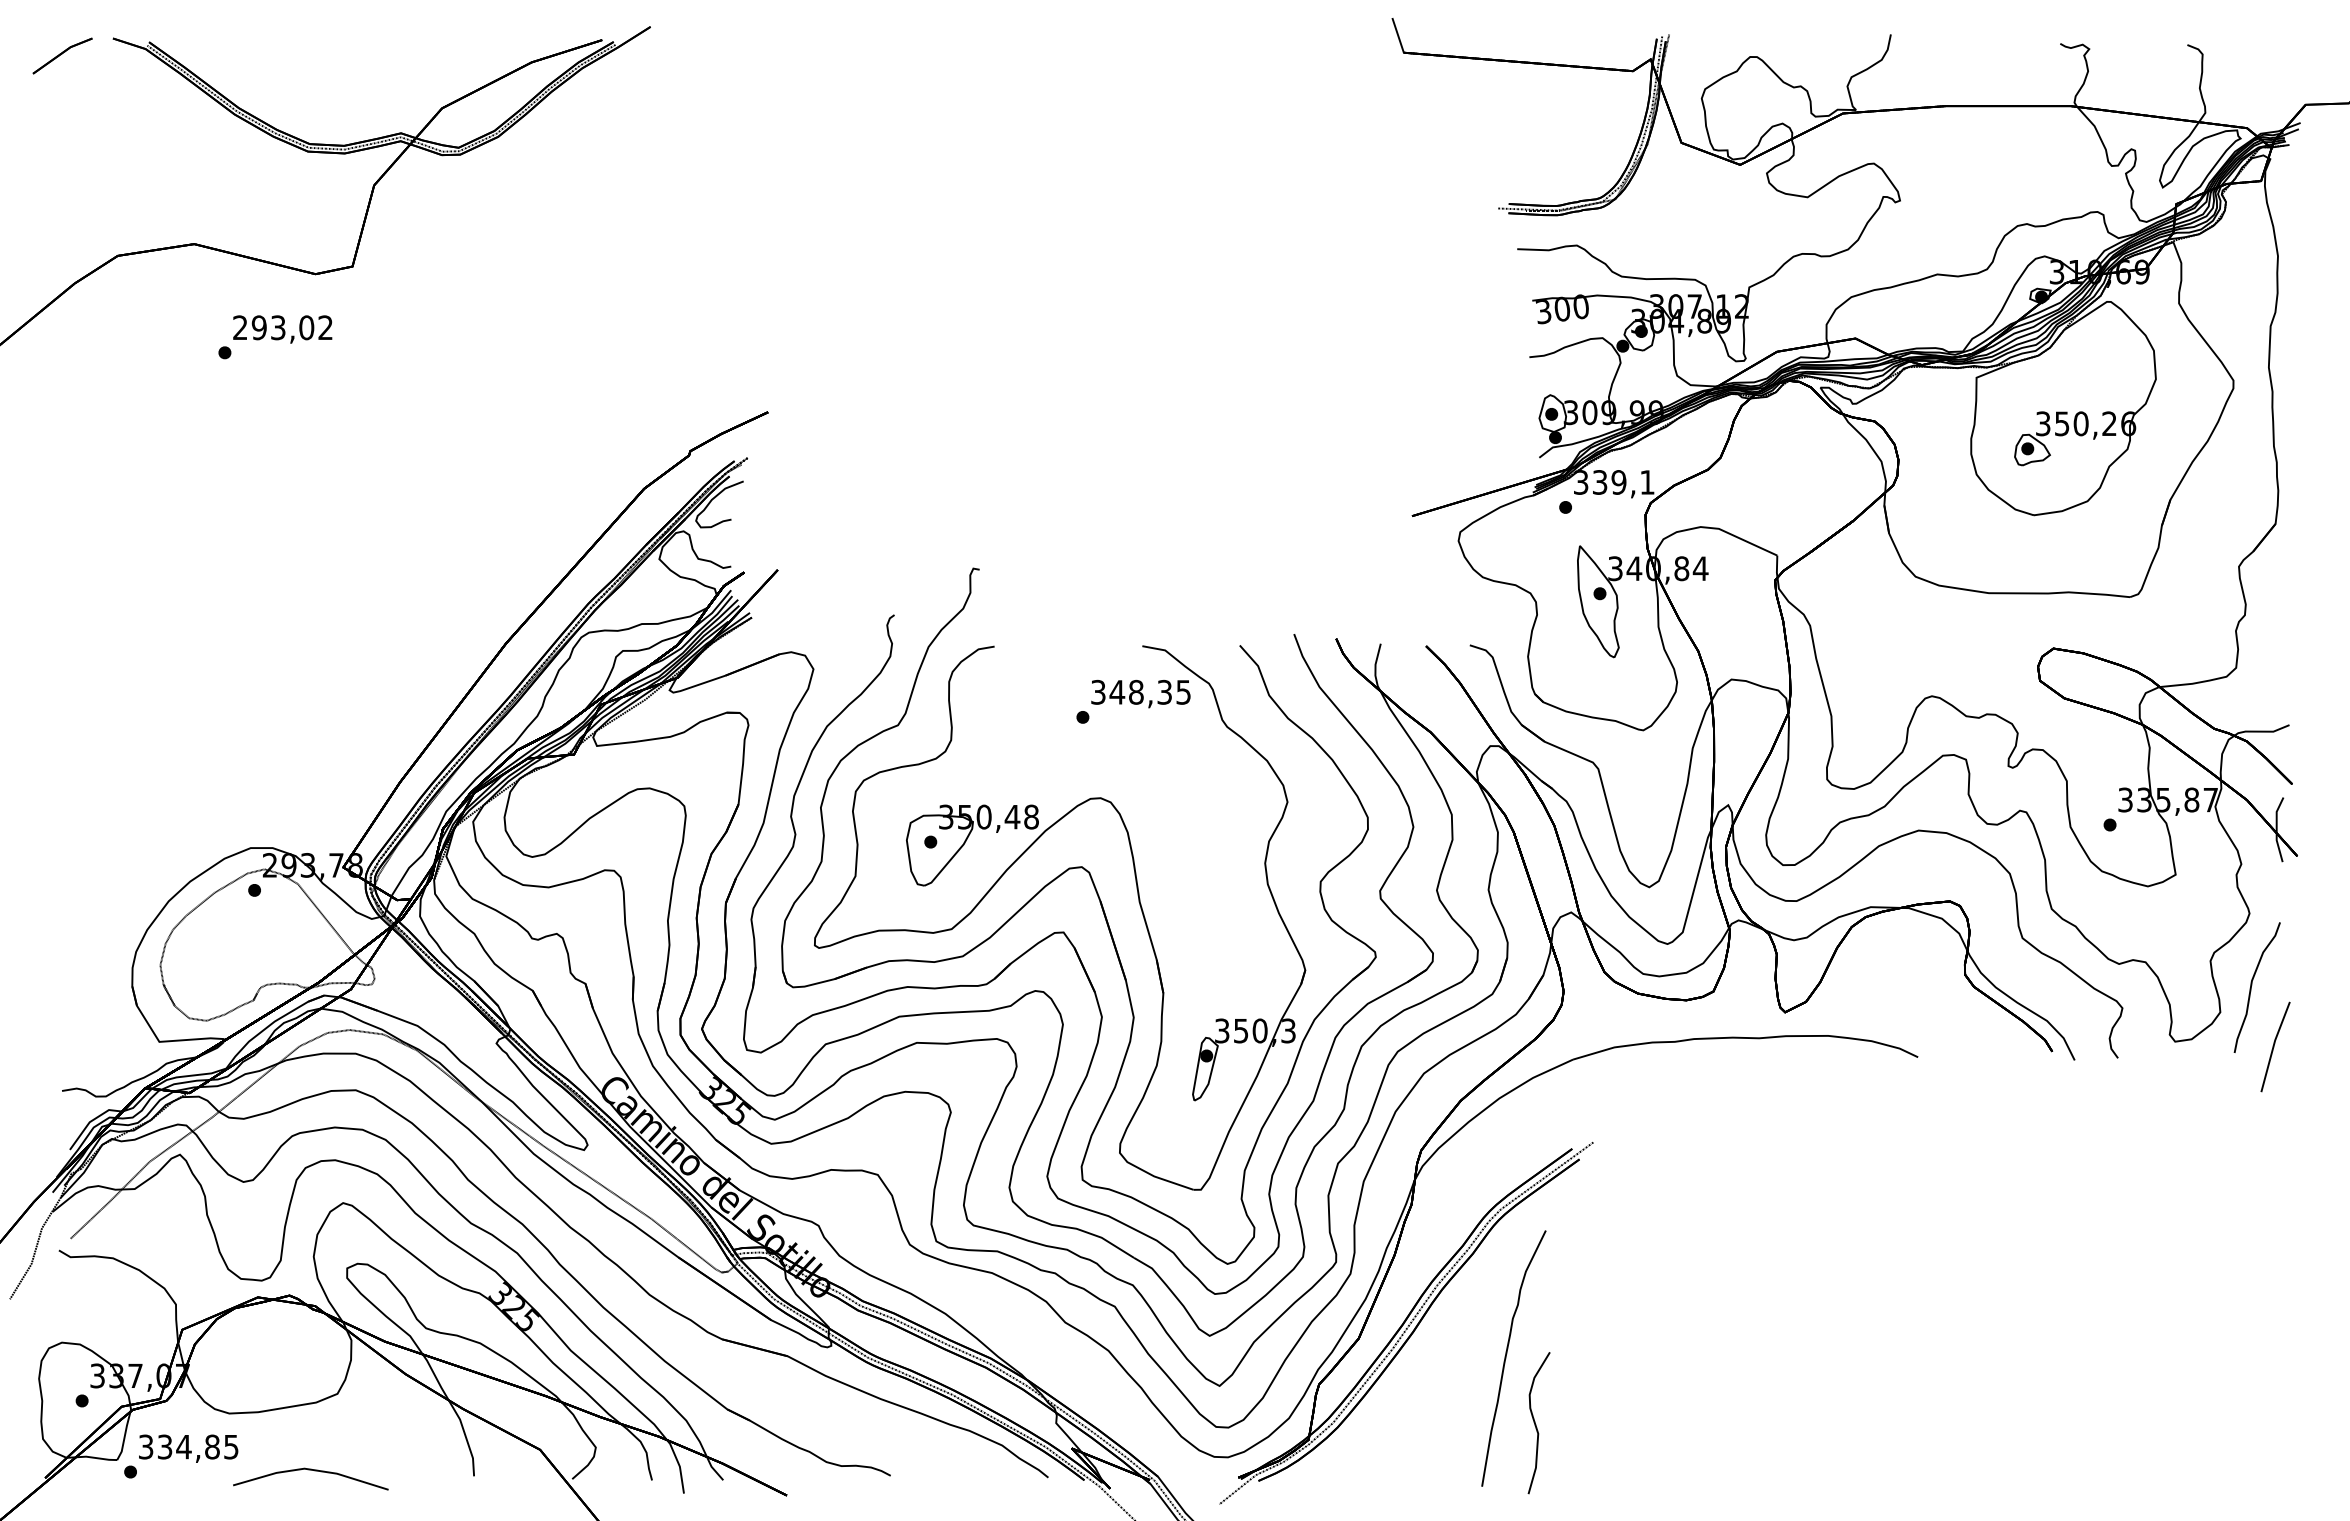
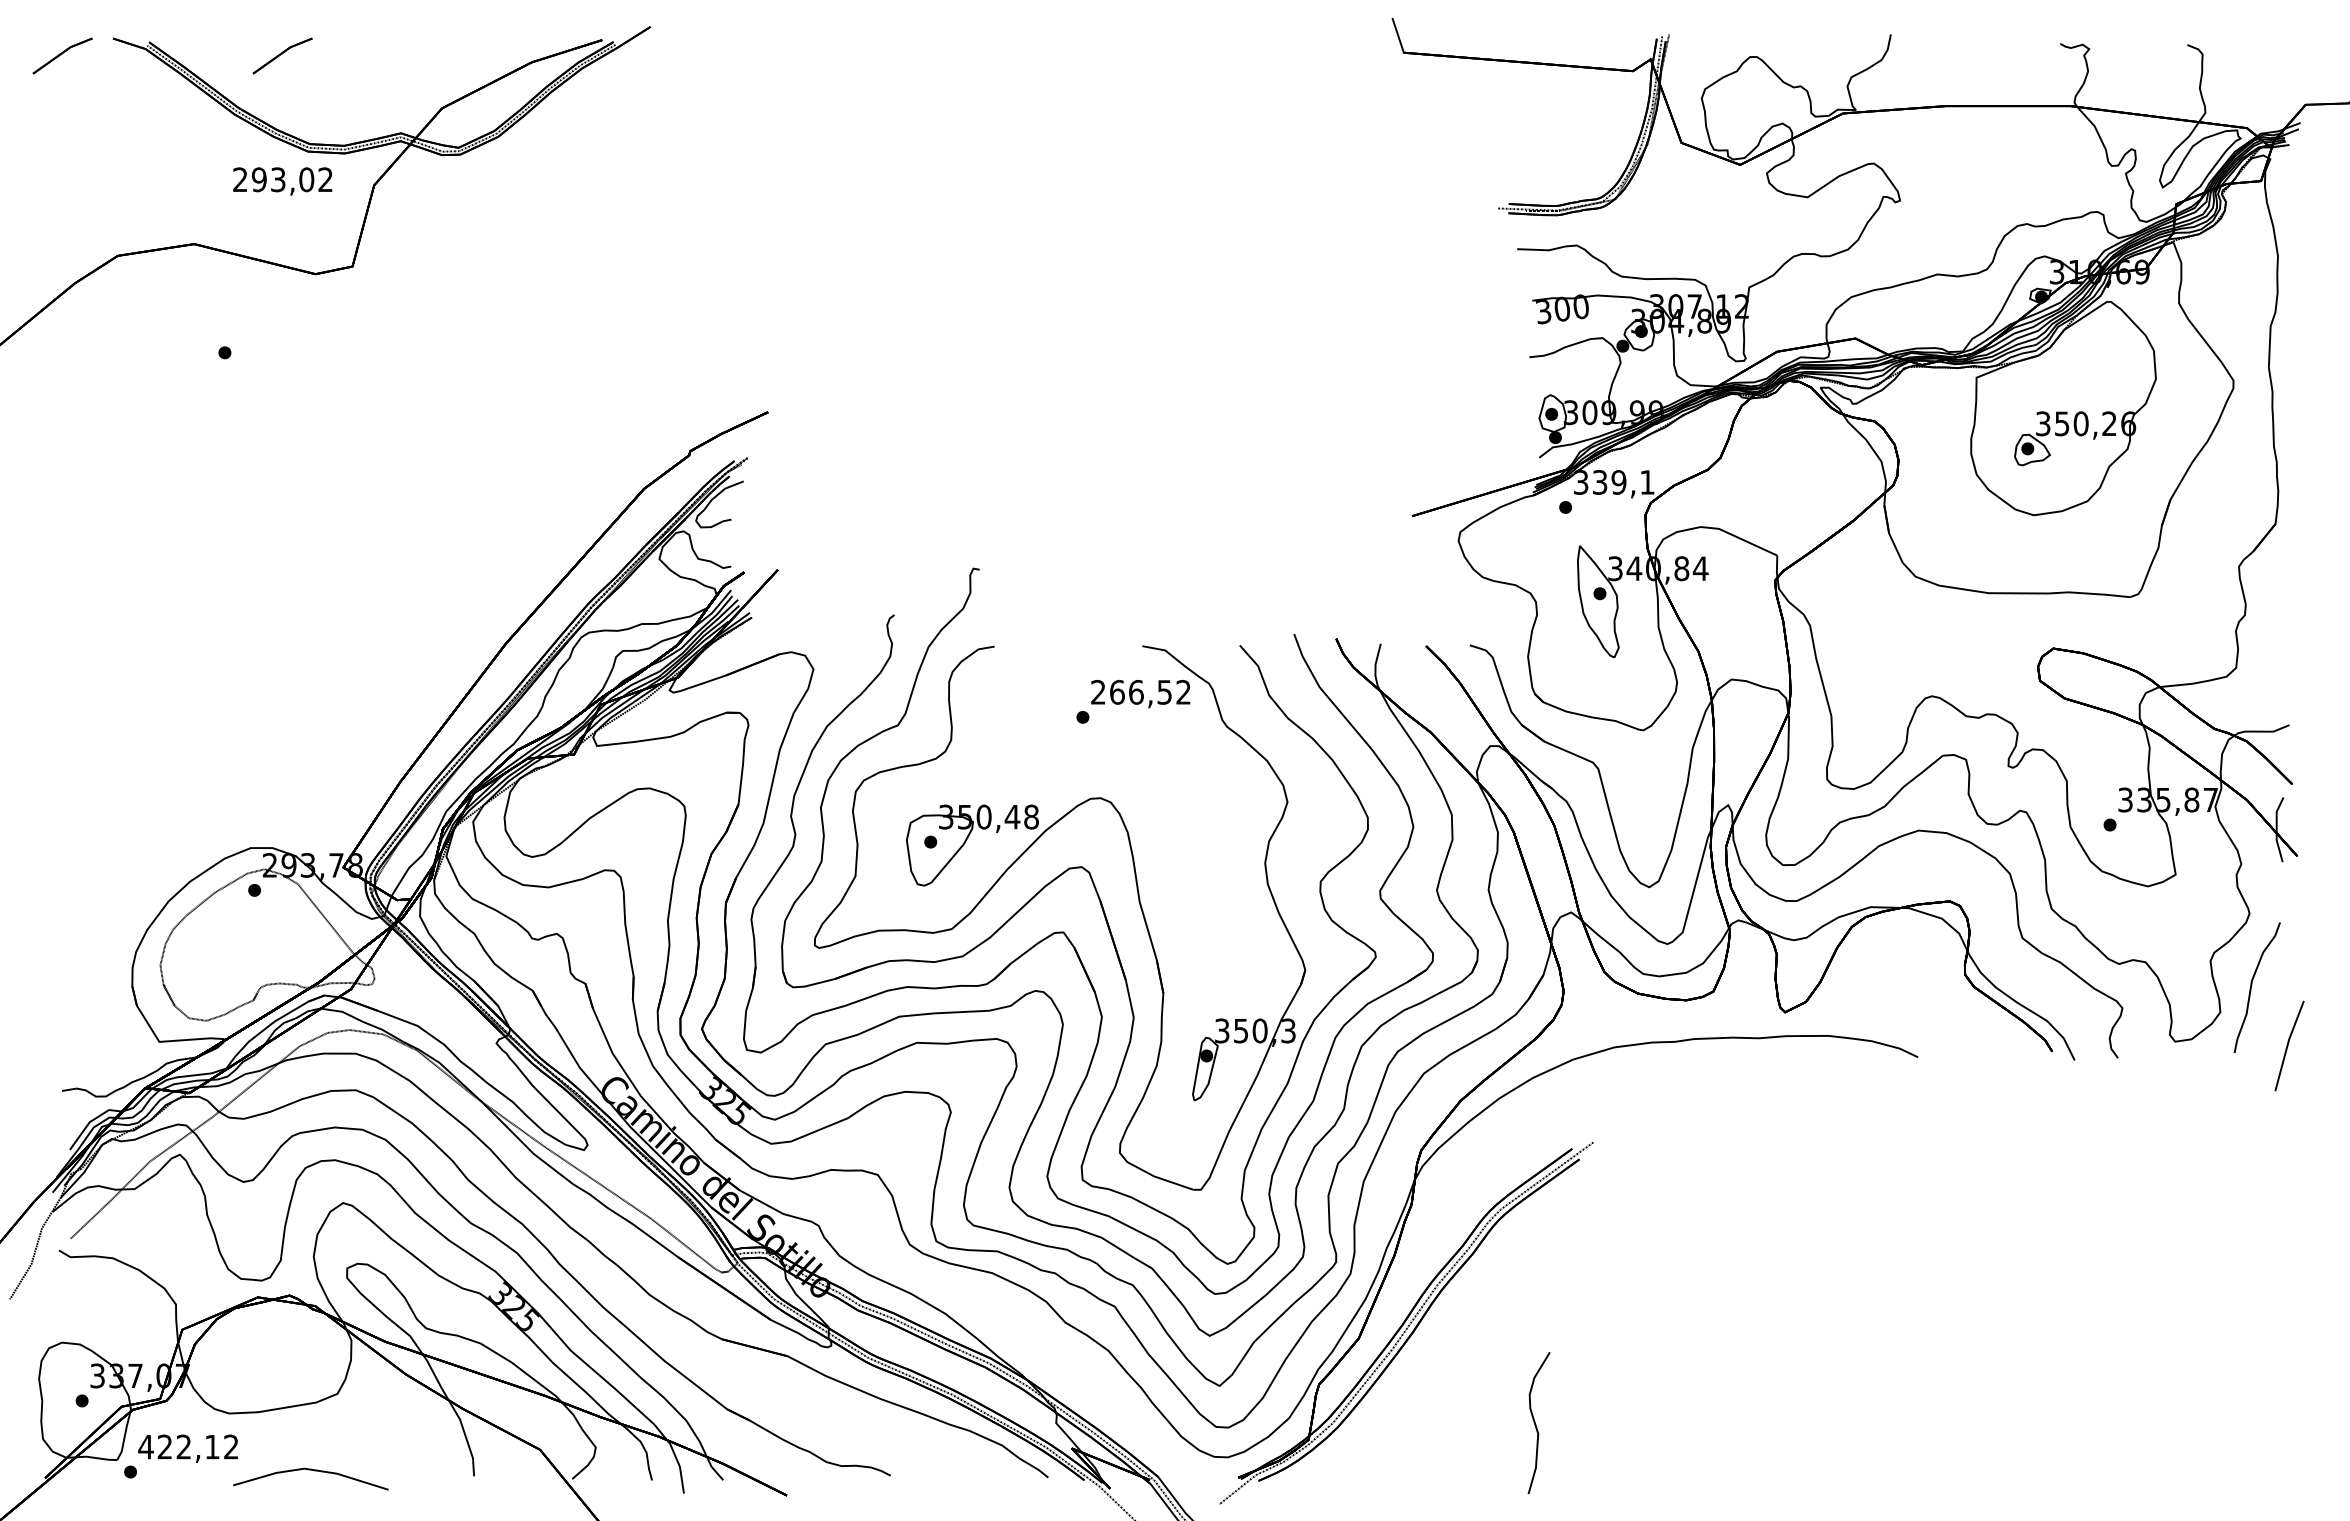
part at (282, 55): none -> present
text at (282, 329) position: (282, 329) -> (282, 181)
text at (1140, 691): 348,35 -> 266,52
line at (2274, 1046) position: (2274, 1046) -> (2288, 1045)
curve at (1506, 1358): present -> none
text at (188, 1446): 334,85 -> 422,12
